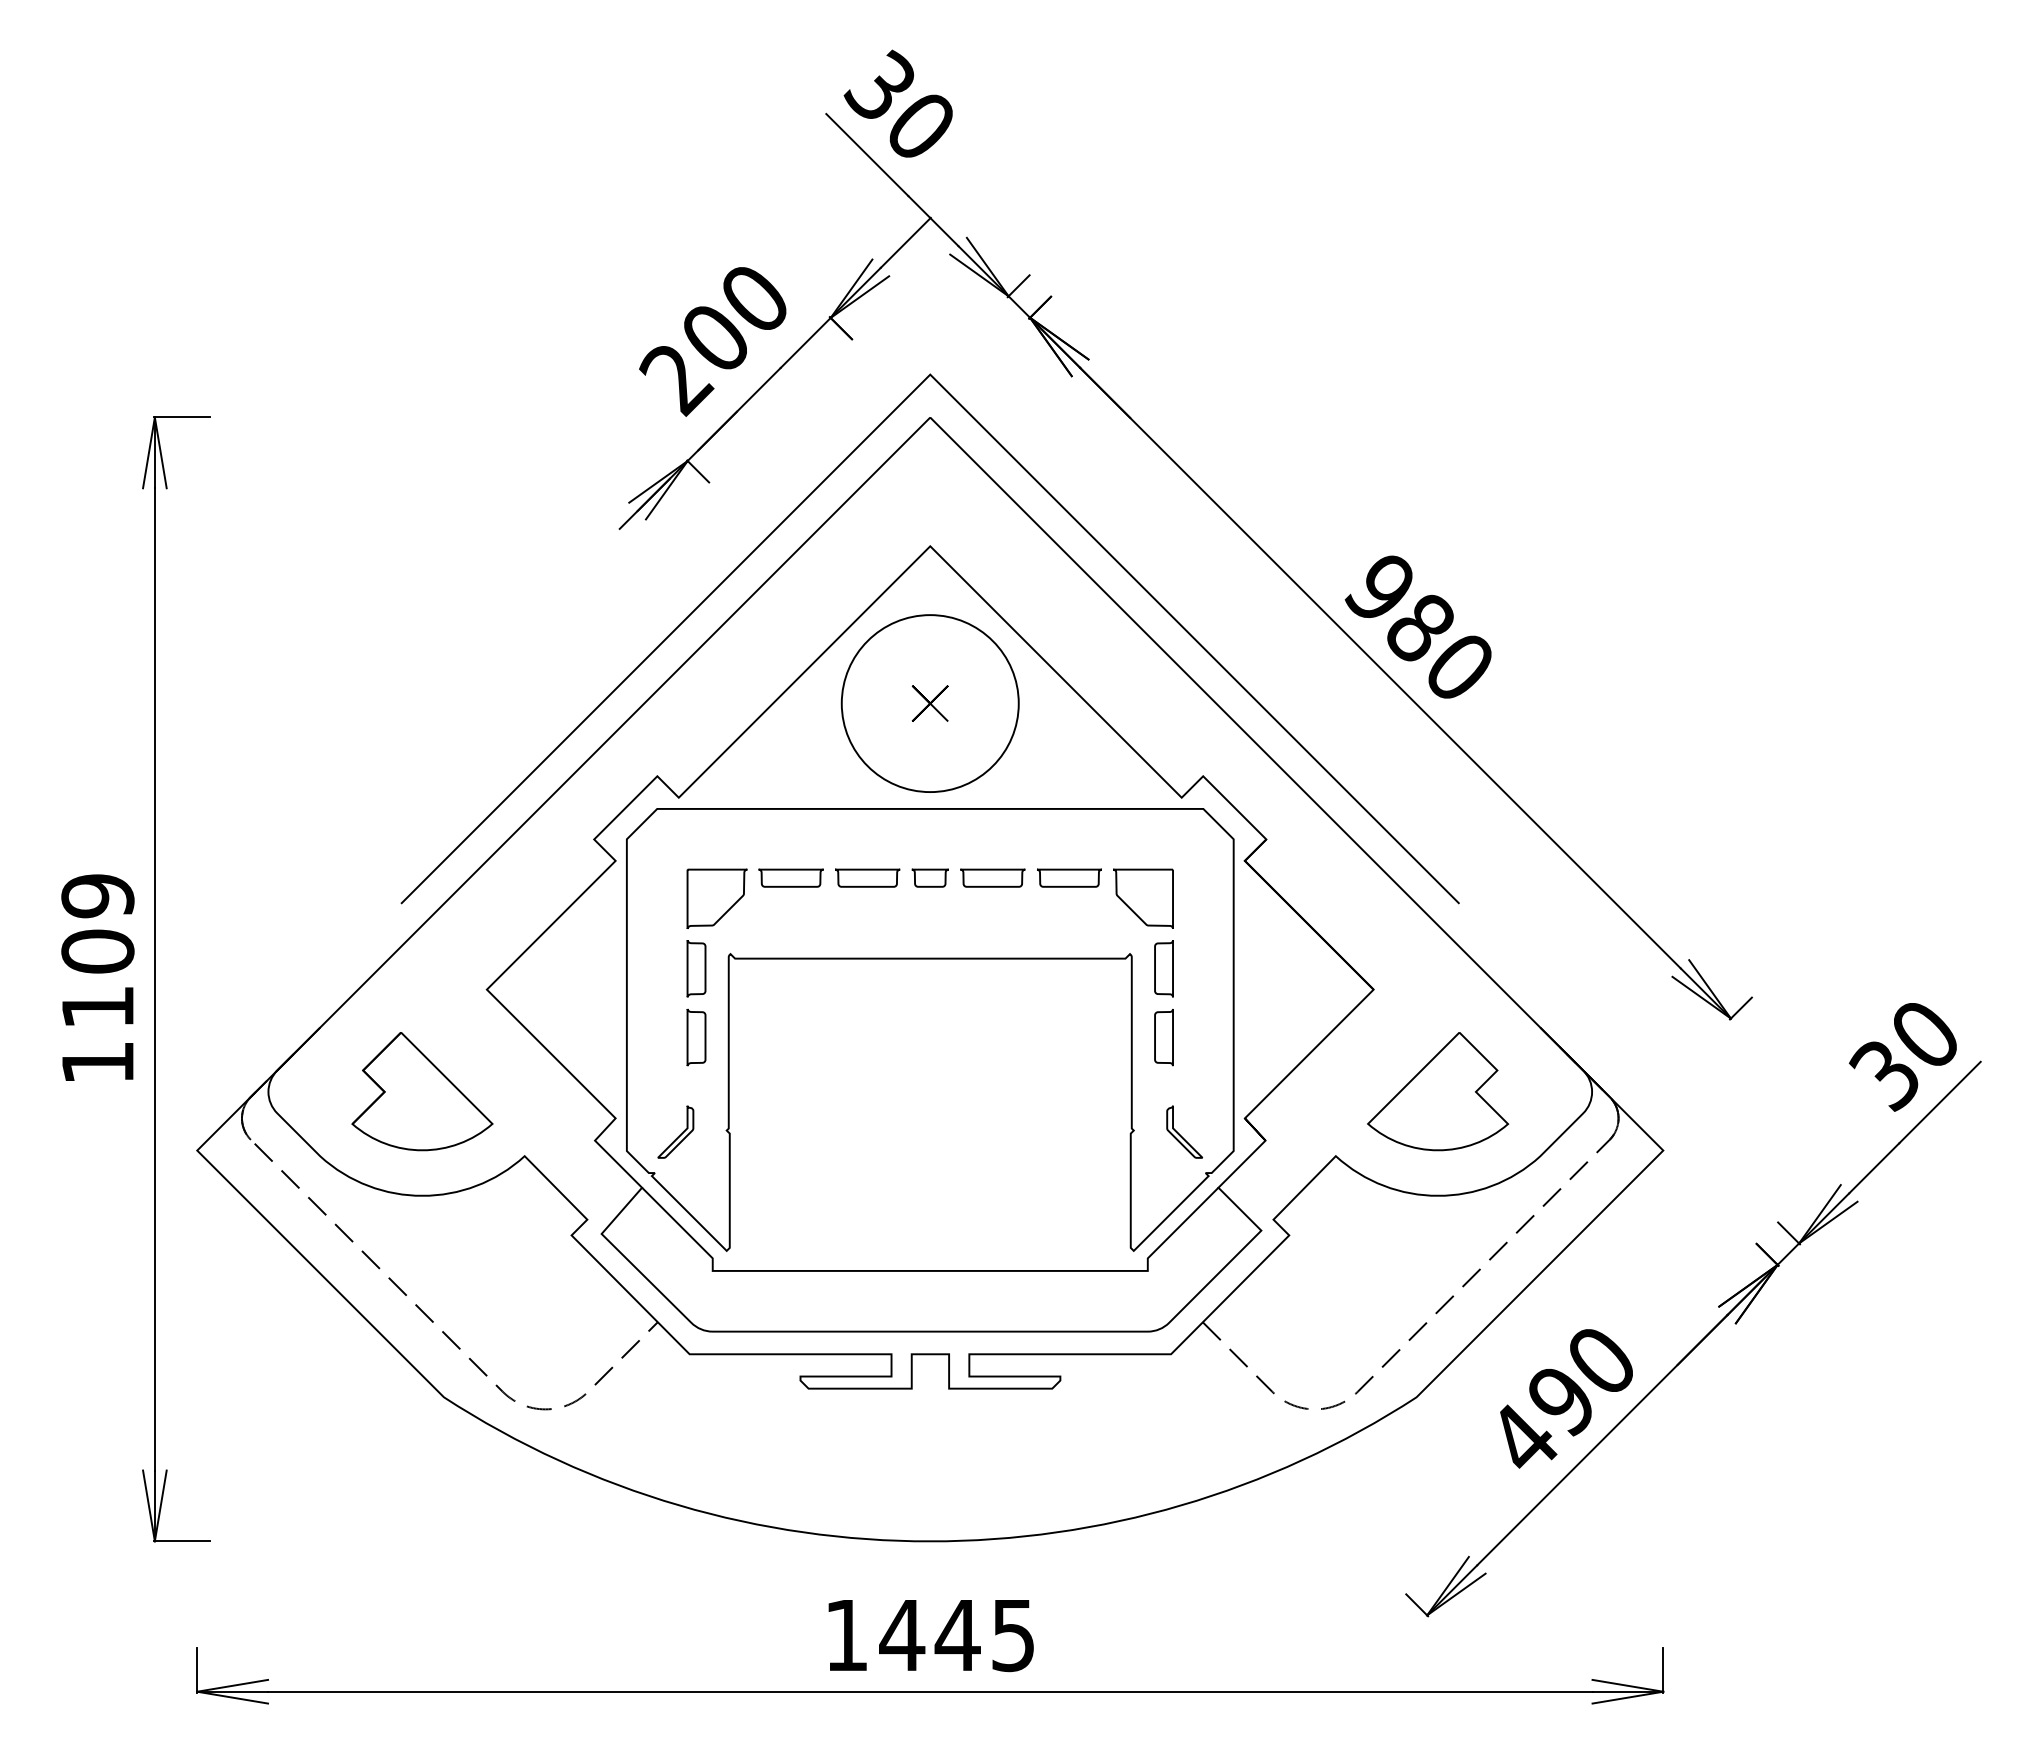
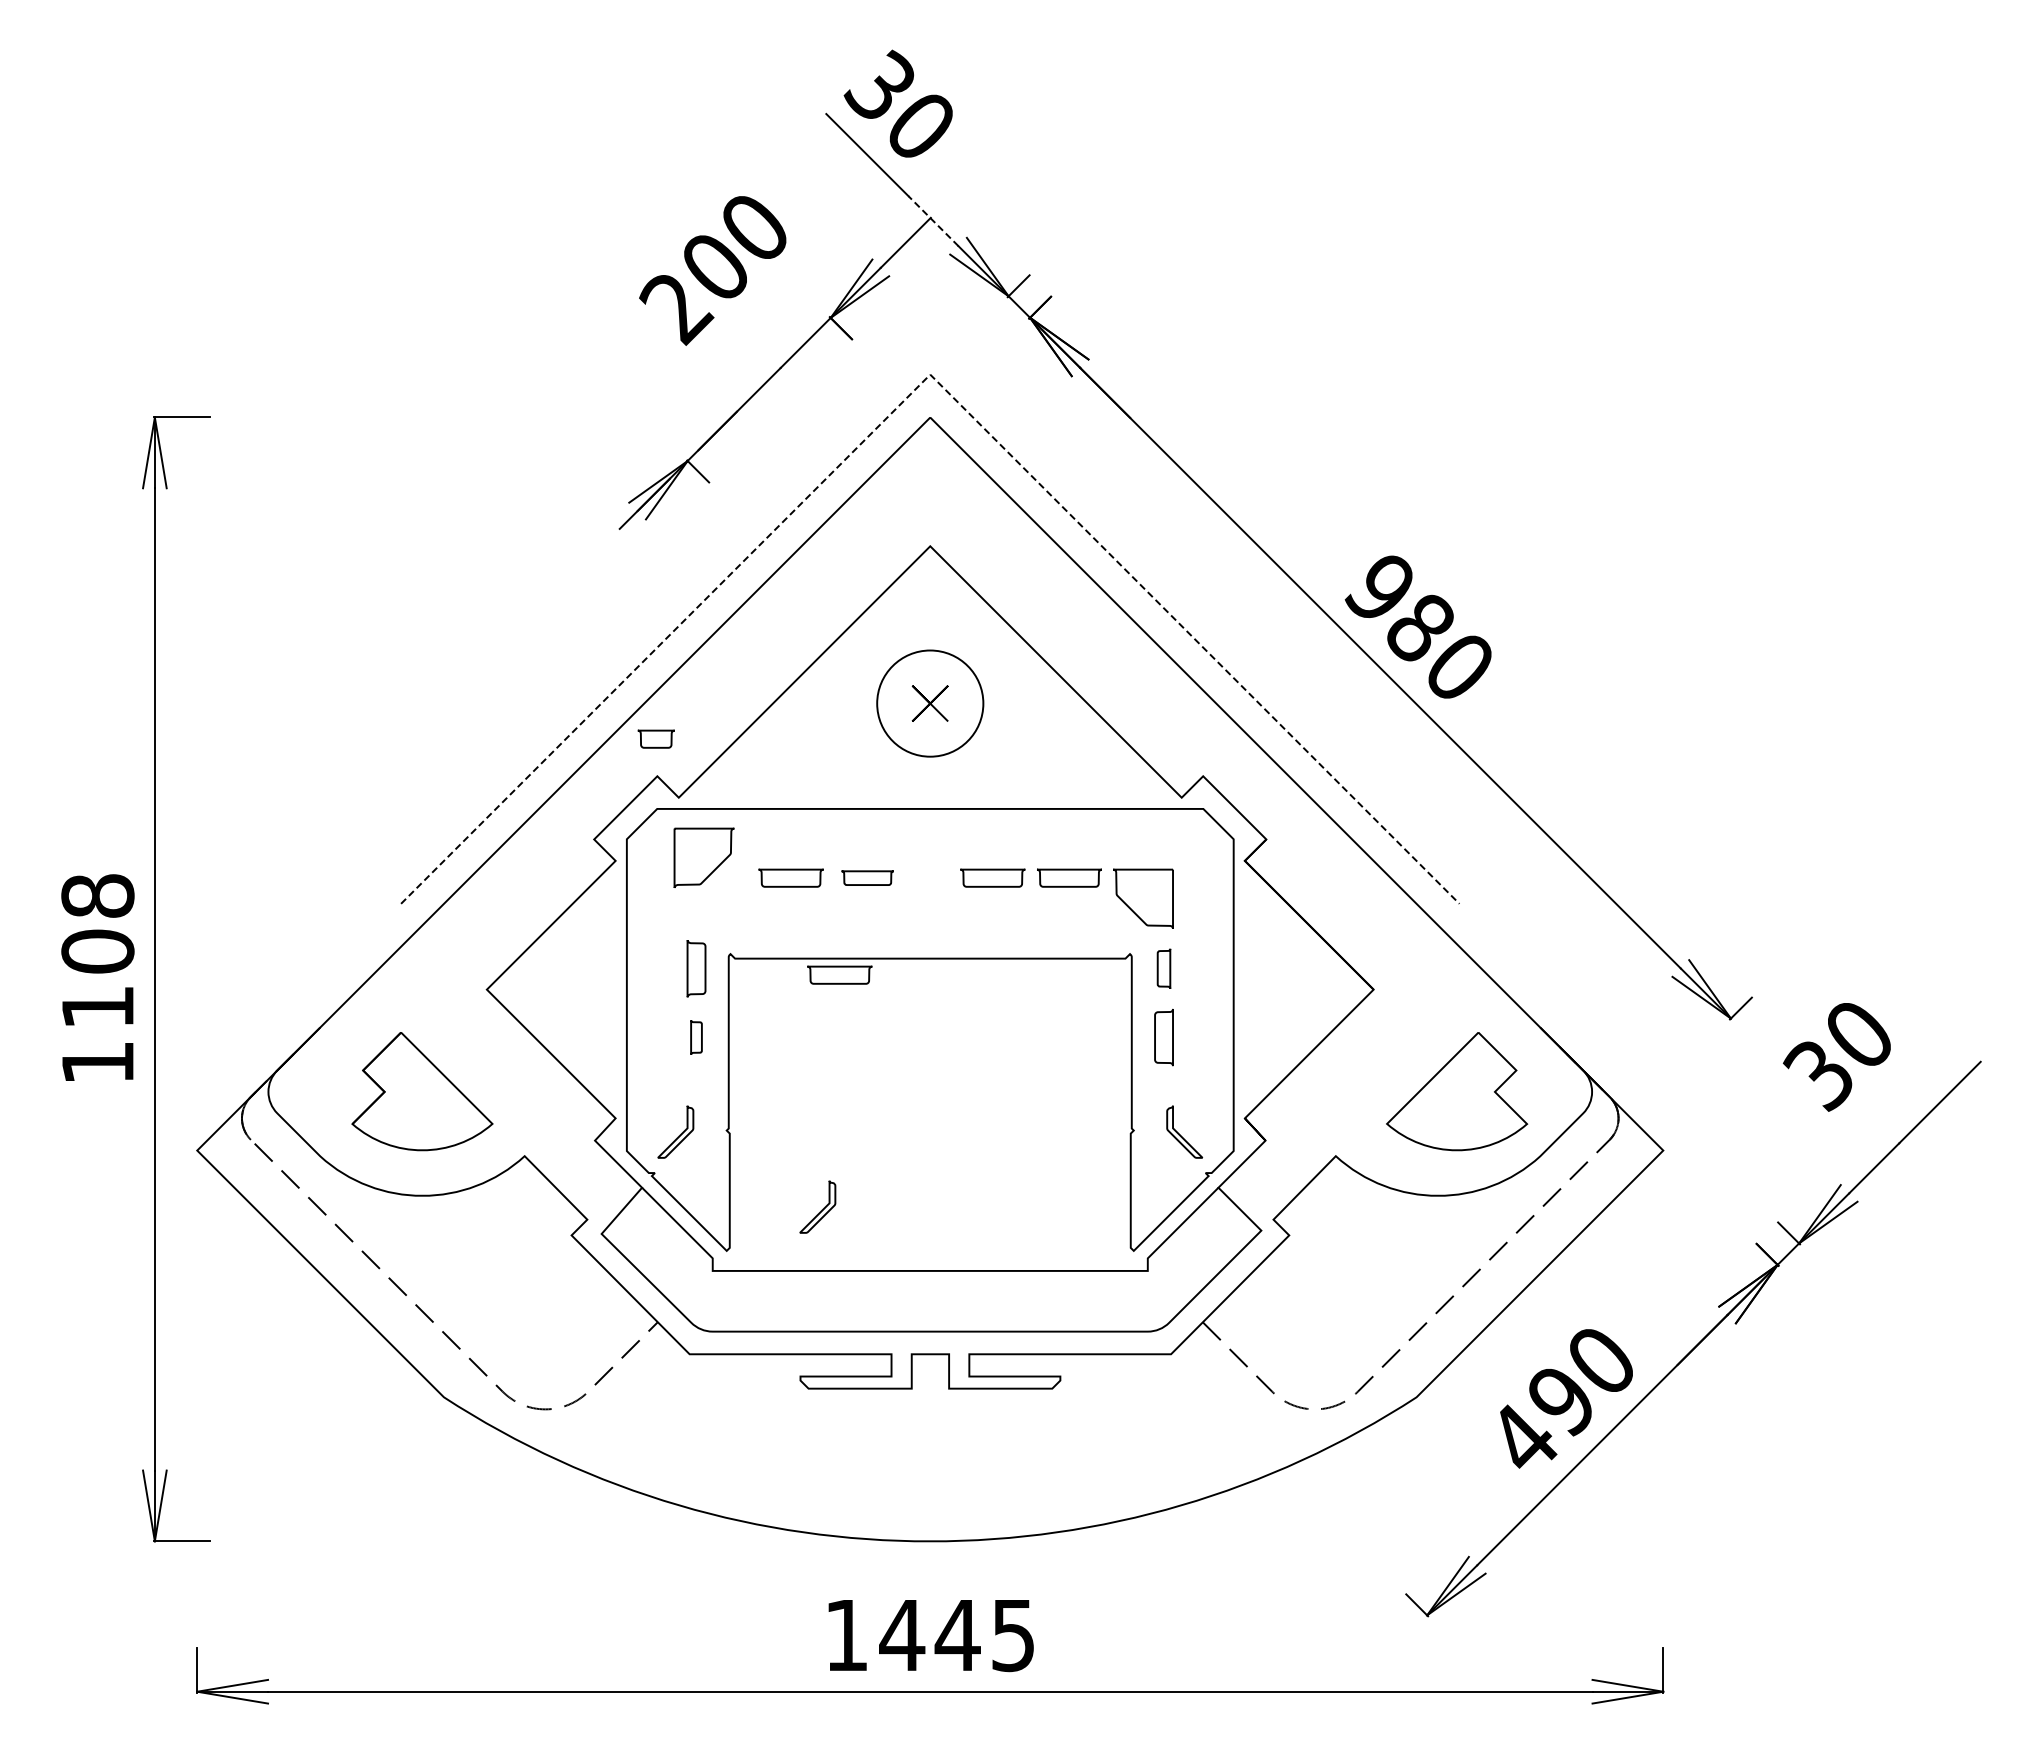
line at (933, 220): solid -> dashed
text at (712, 341) position: (712, 341) -> (712, 270)
line at (930, 374): solid -> dashed
circle at (929, 703) diameter: 177 px -> 106 px
part at (867, 877) size: 66x20 px -> 53x16 px
part at (929, 877) position: (929, 877) -> (655, 738)
text at (97, 896): 1109 -> 1108
part at (716, 898) position: (716, 898) -> (703, 857)
part at (1163, 968) size: 20x58 px -> 16x41 px
part at (839, 974): none -> present
part at (696, 1037) size: 21x59 px -> 13x35 px
text at (1902, 1057) position: (1902, 1057) -> (1836, 1057)
part at (1438, 1091) position: (1438, 1091) -> (1457, 1091)
part at (817, 1206): none -> present
